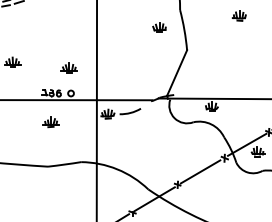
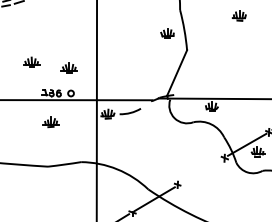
part at (159, 27) position: (159, 27) -> (167, 33)
part at (12, 61) position: (12, 61) -> (31, 61)
line at (200, 171): present -> none
